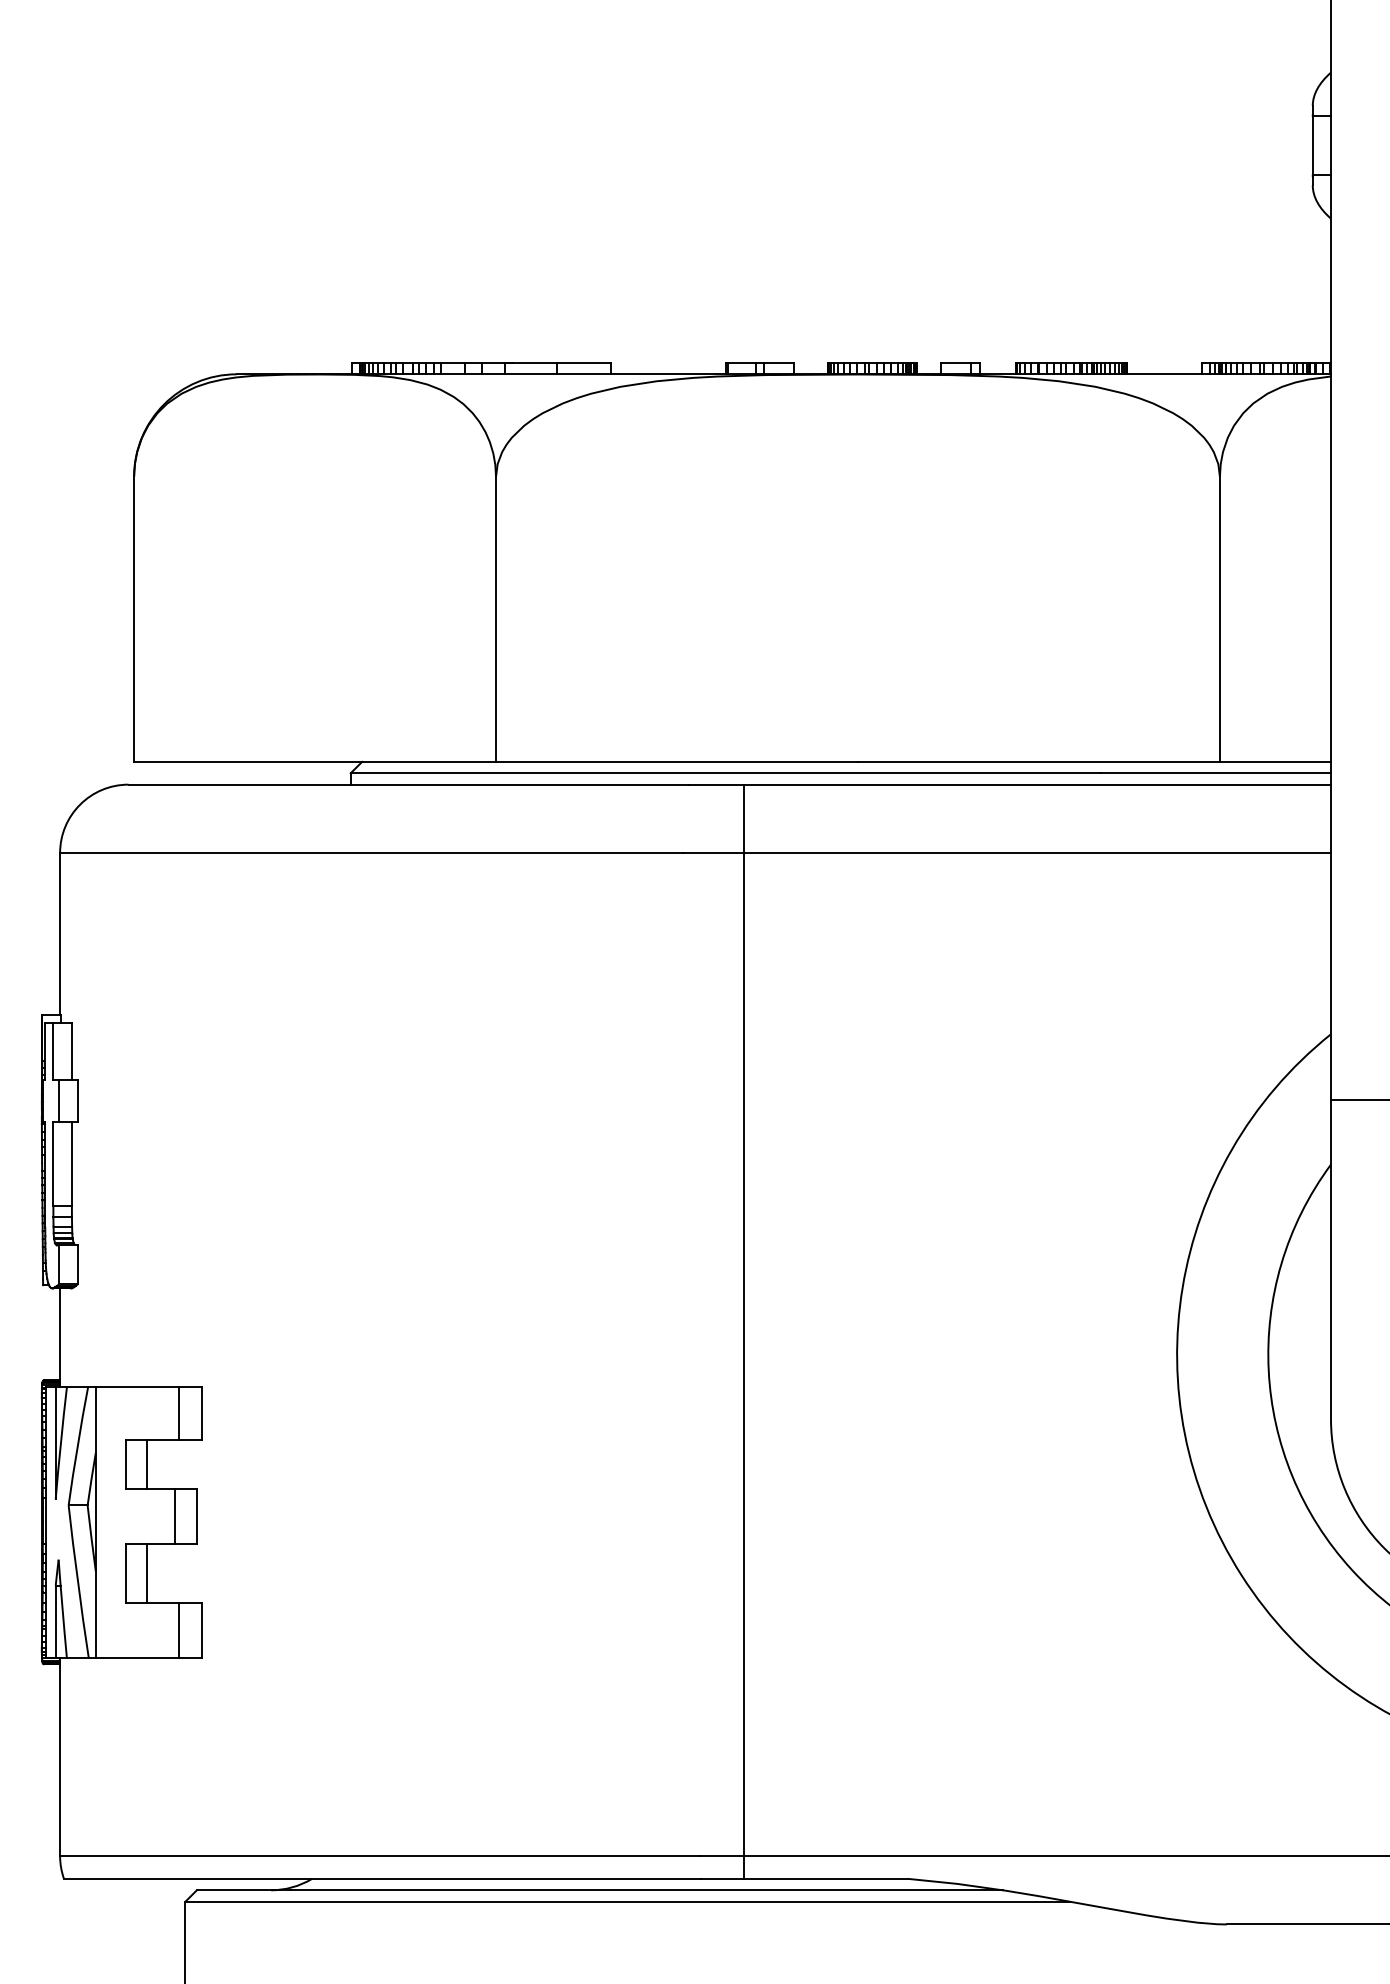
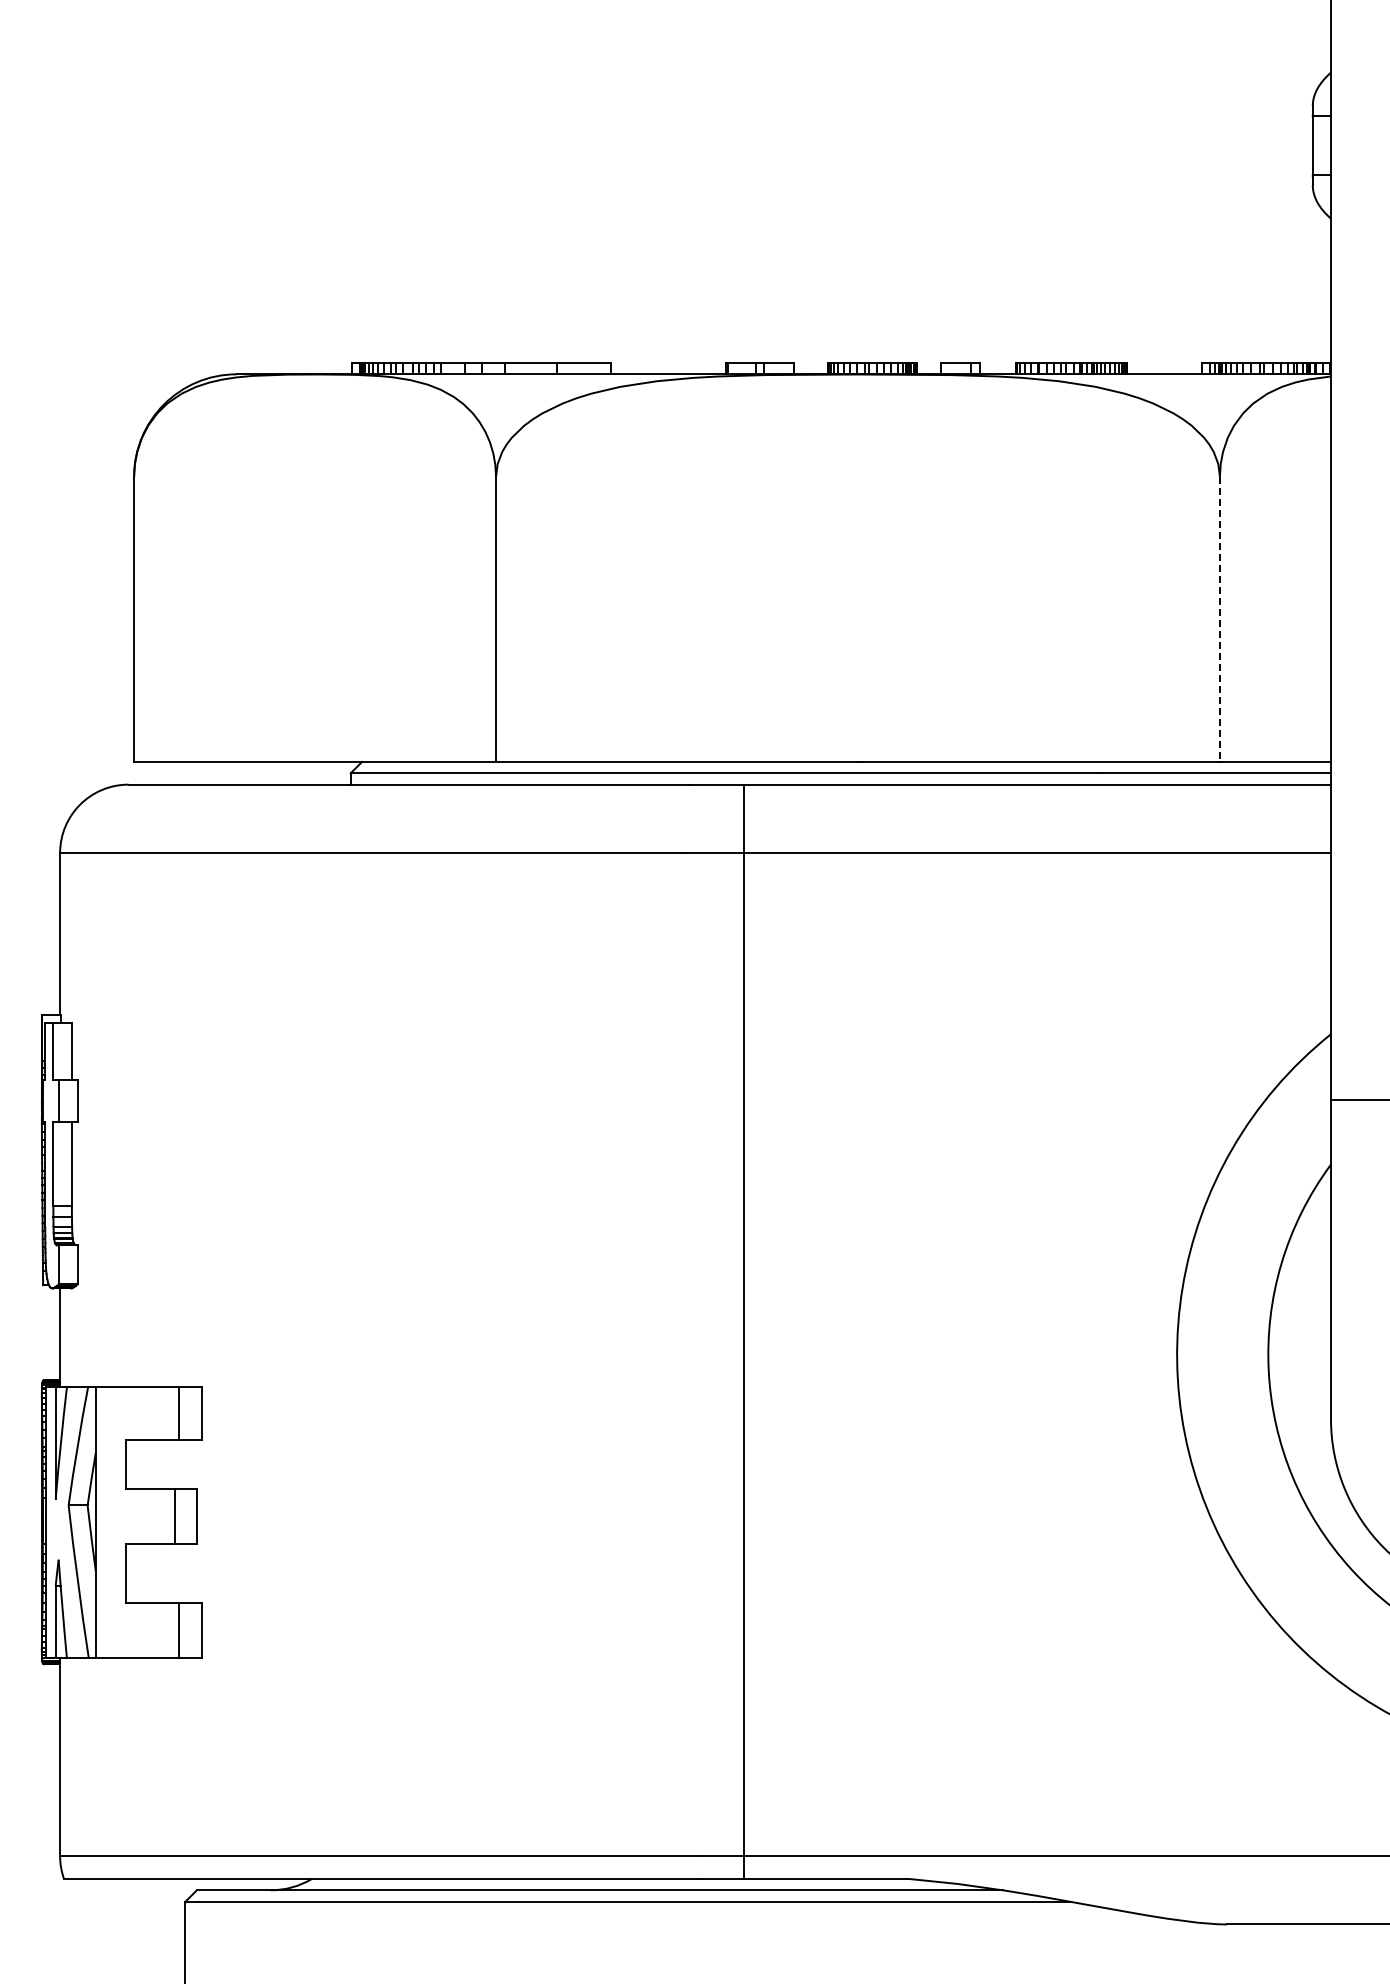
line at (1219, 619): solid -> dashed
line at (146, 1464): present -> none
line at (146, 1572): present -> none
